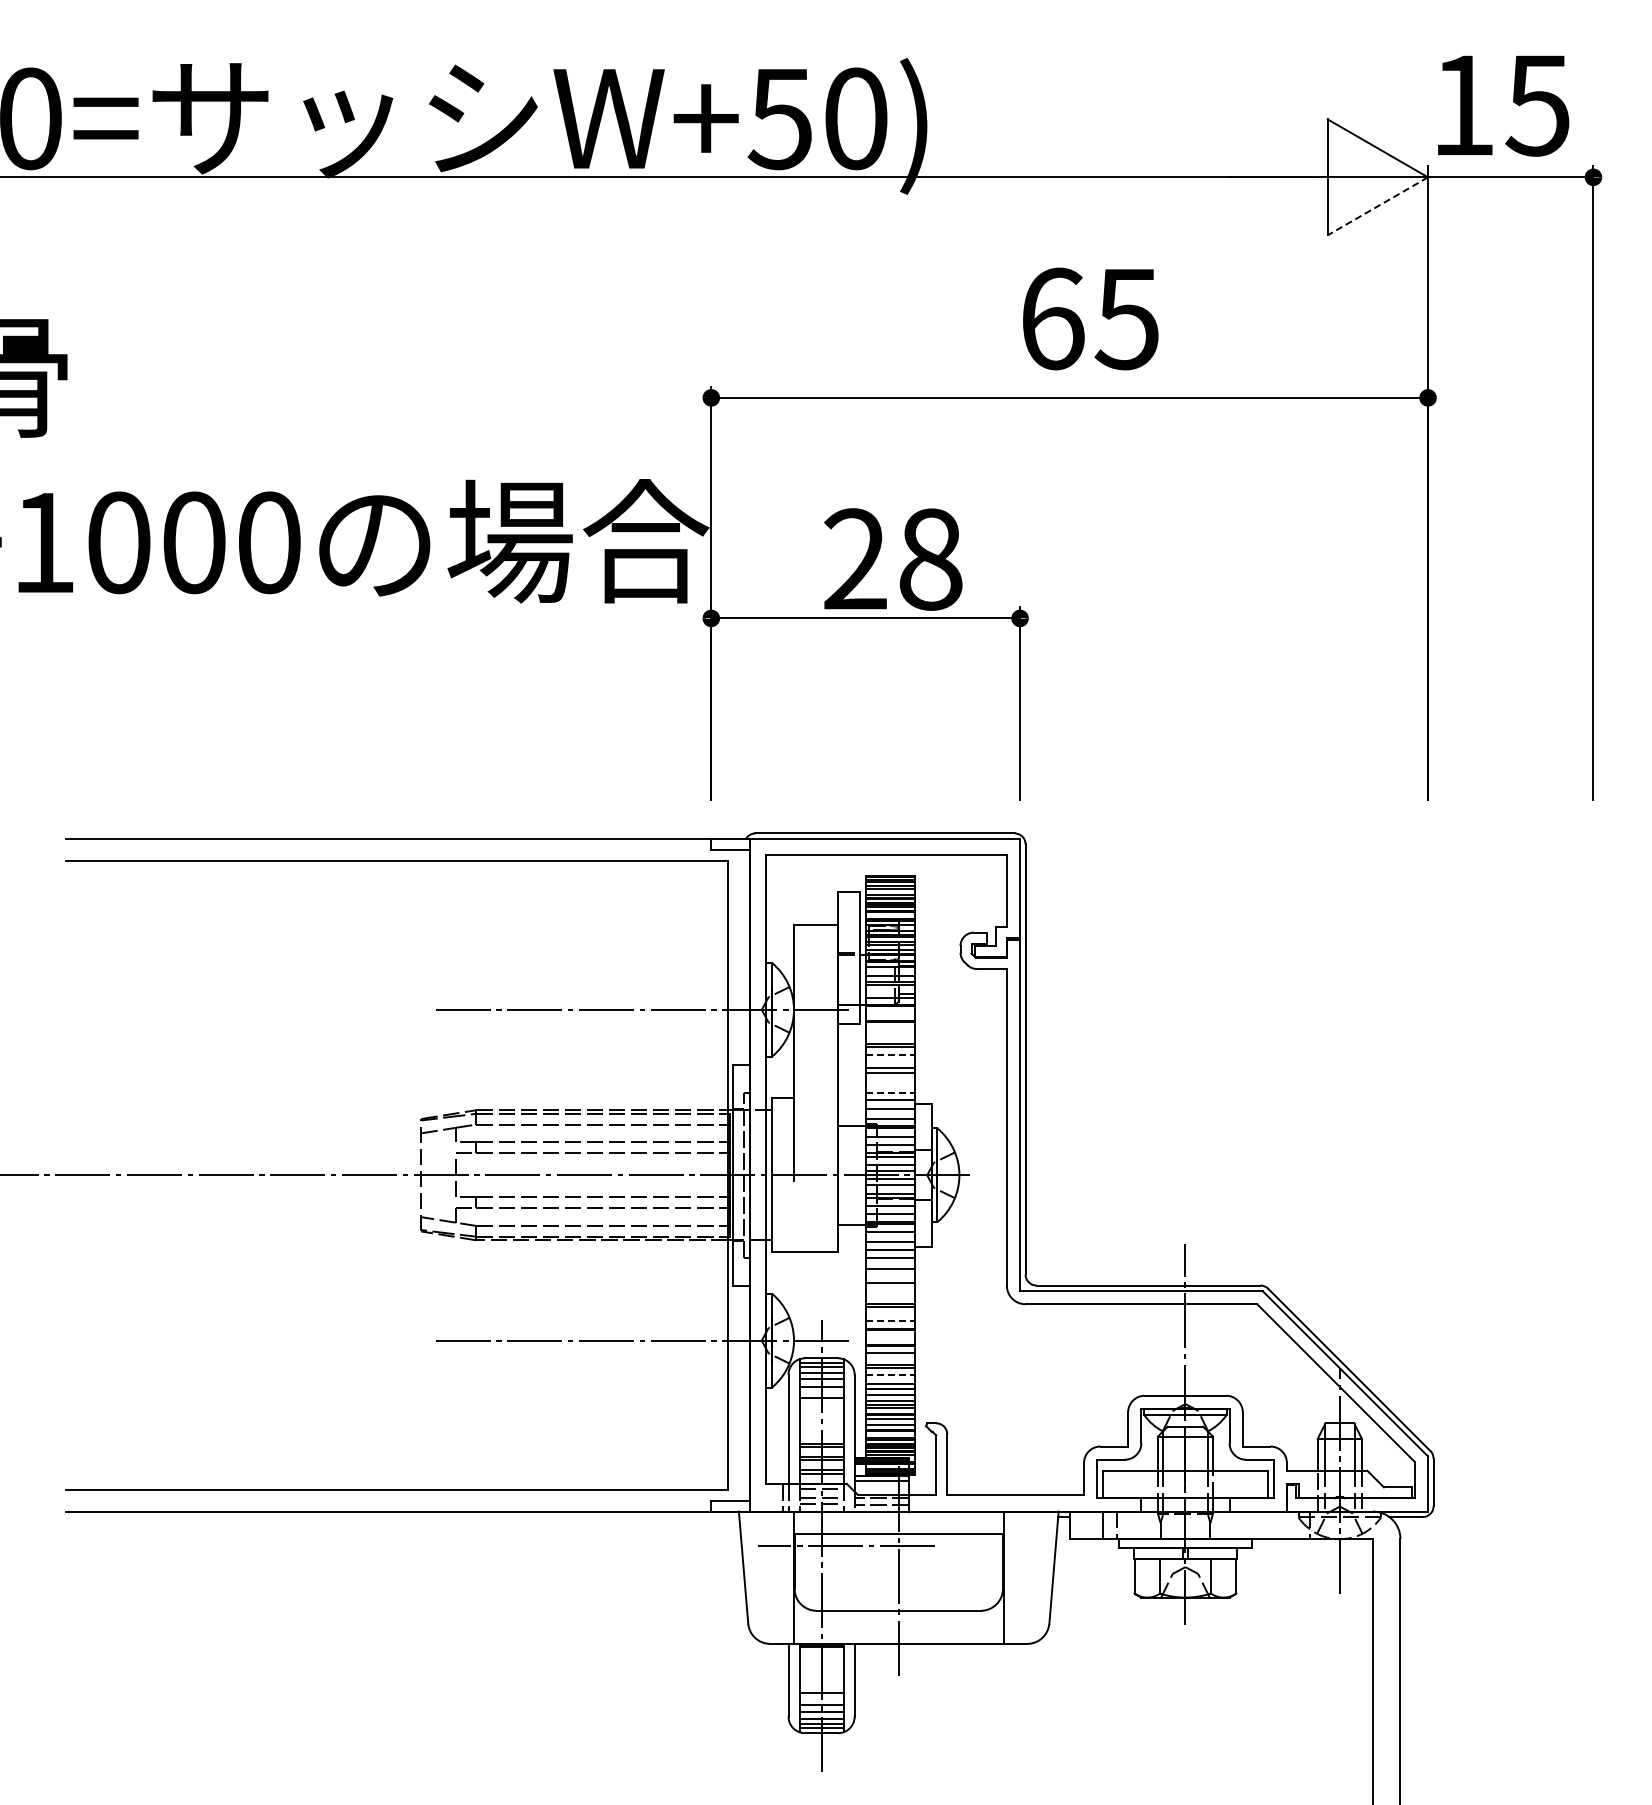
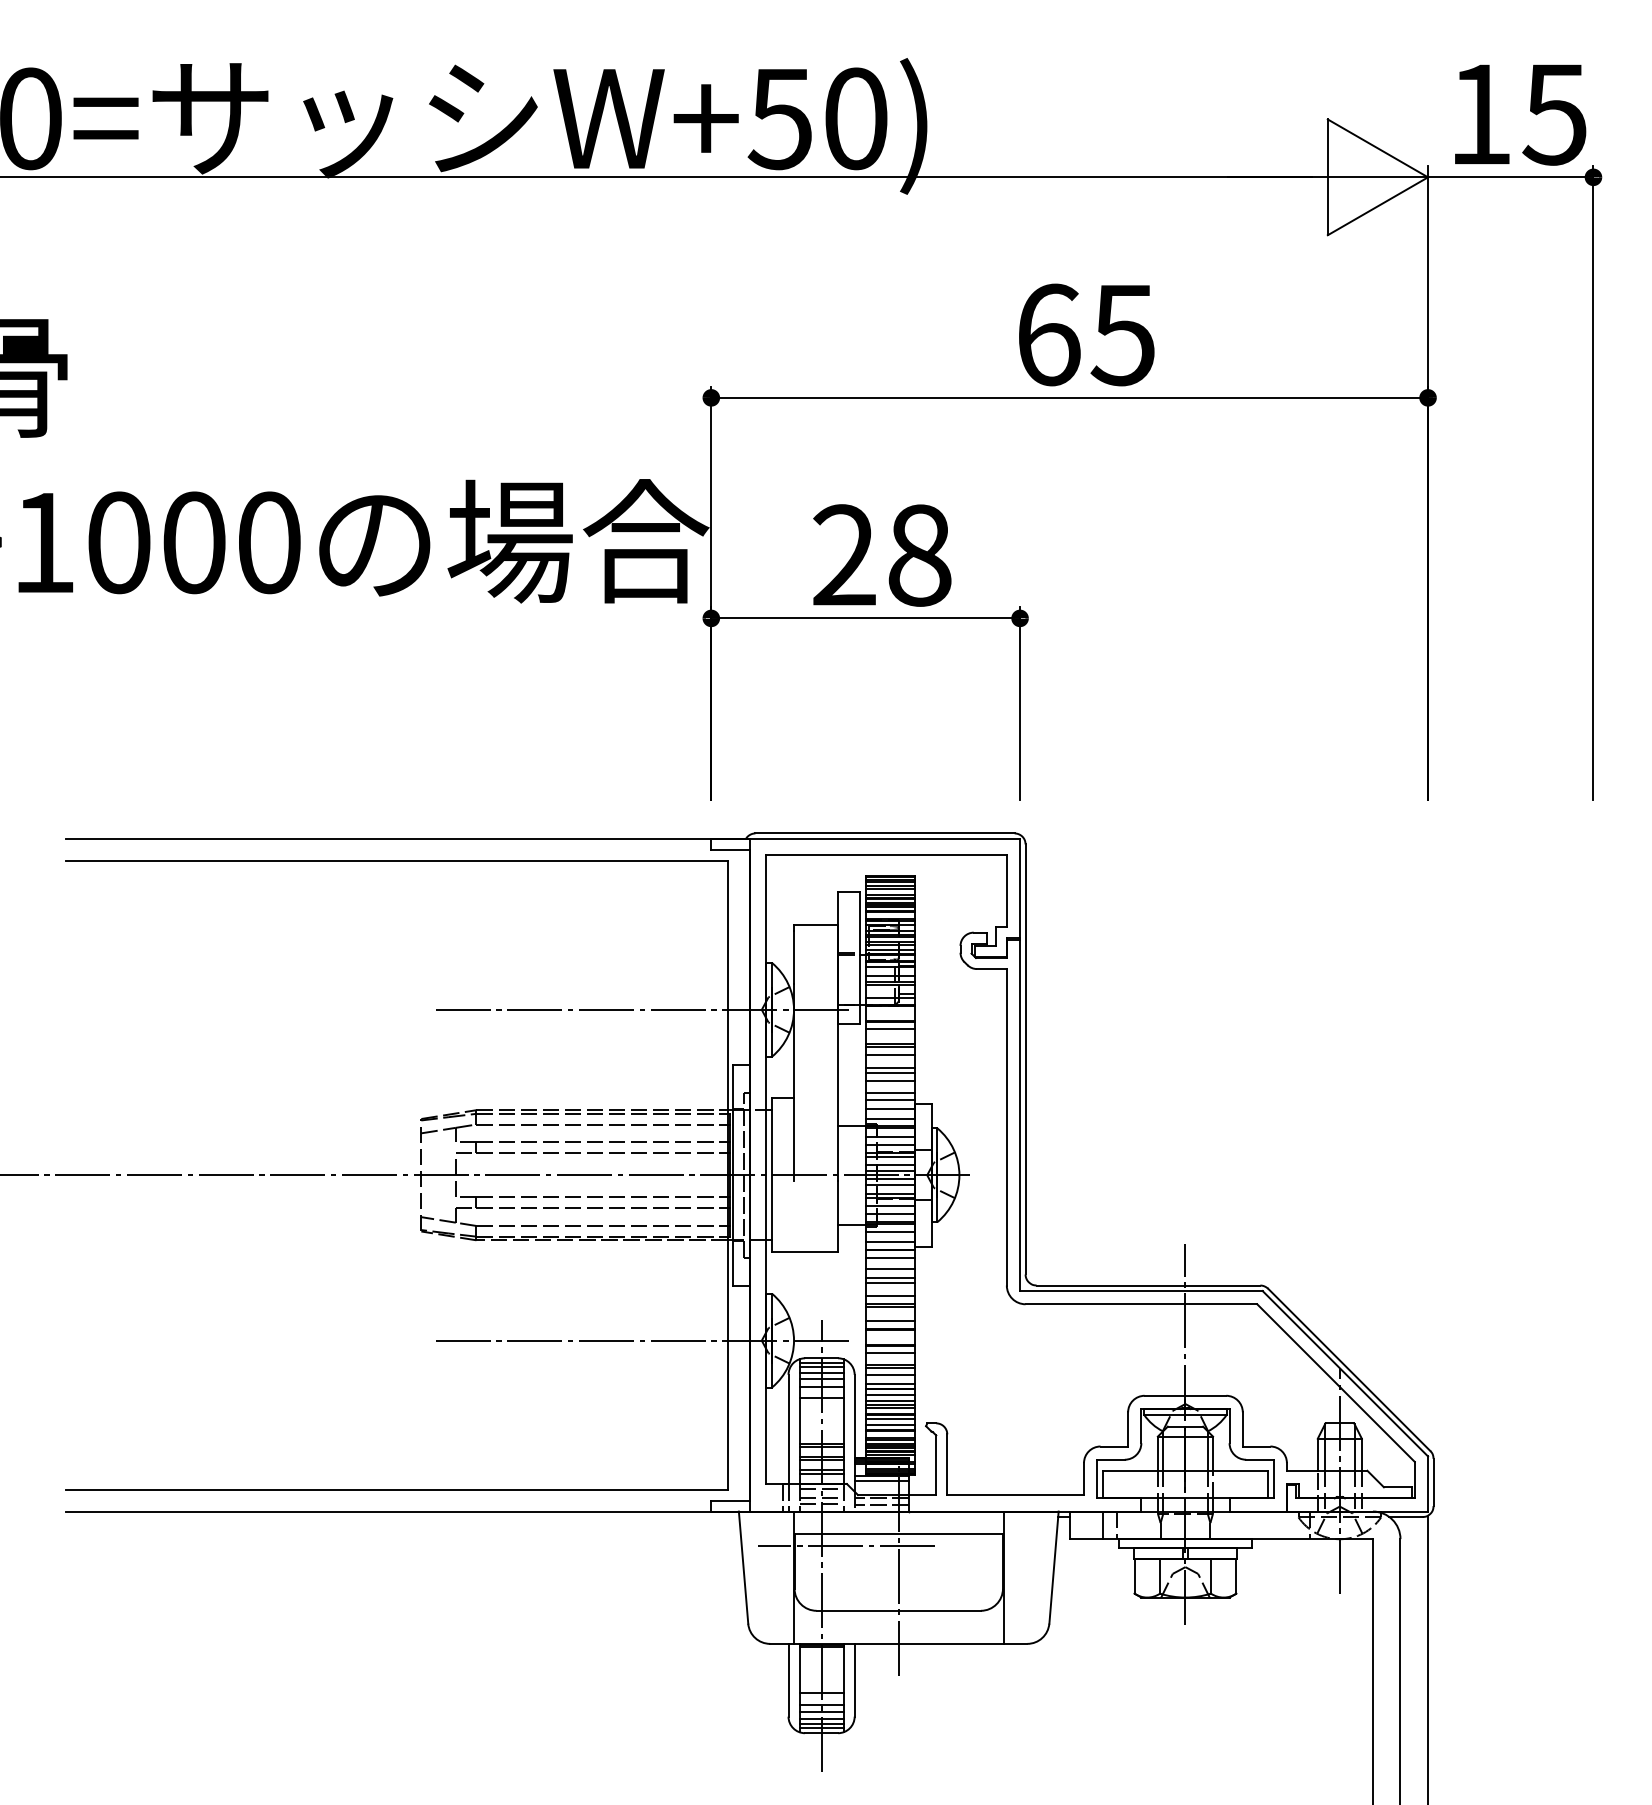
text at (1503, 105) position: (1503, 105) -> (1520, 114)
line at (1377, 206): dashed -> solid
text at (1090, 318) position: (1090, 318) -> (1086, 334)
text at (893, 559) position: (893, 559) -> (882, 555)
line at (890, 1029): none -> present
line at (890, 1054): dashed -> solid
line at (890, 1081): none -> present
line at (890, 1092): dashed -> solid
line at (890, 1277): none -> present
line at (890, 1295): none -> present
line at (890, 1321): dashed -> solid
line at (890, 1374): dashed -> solid
line at (1428, 1659): none -> present
